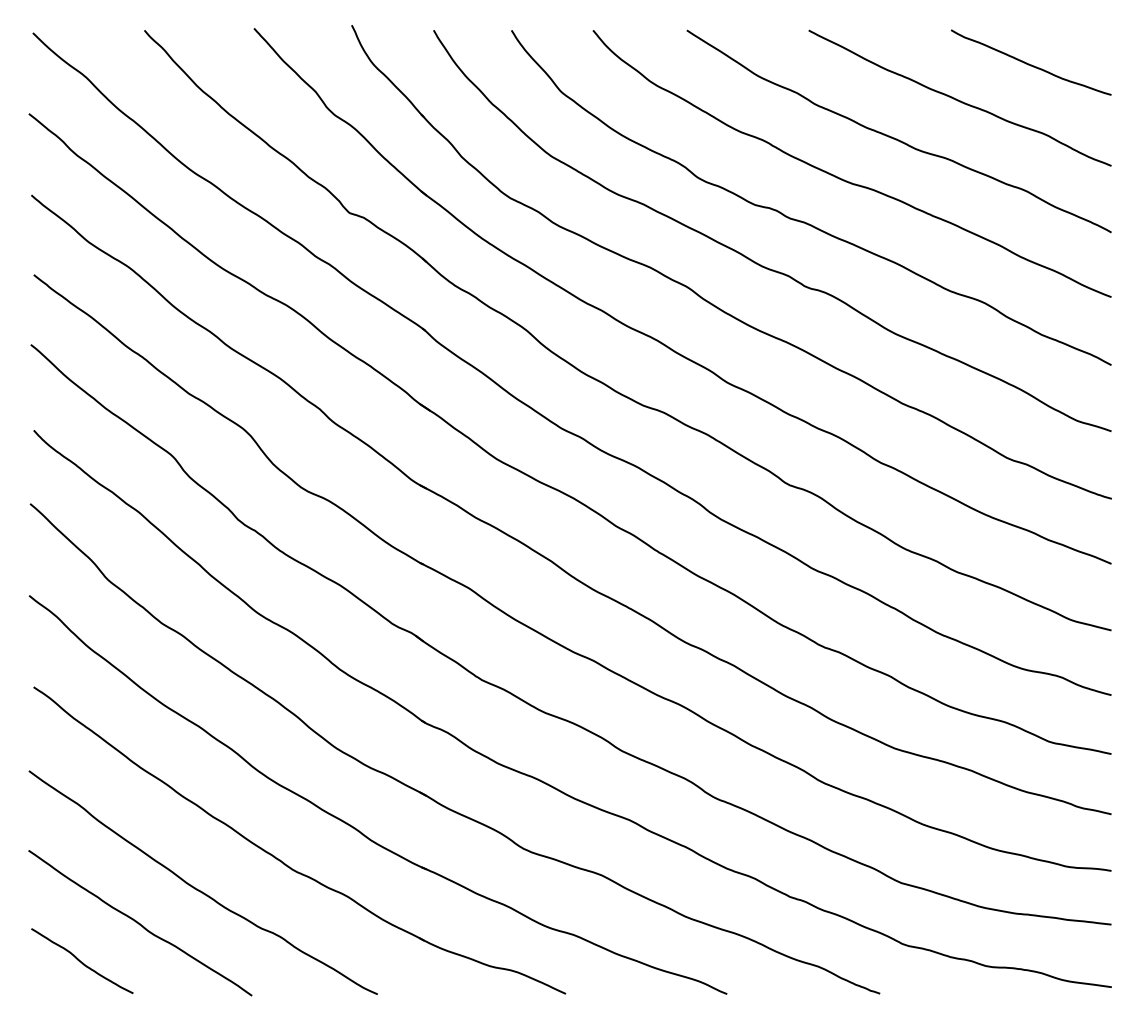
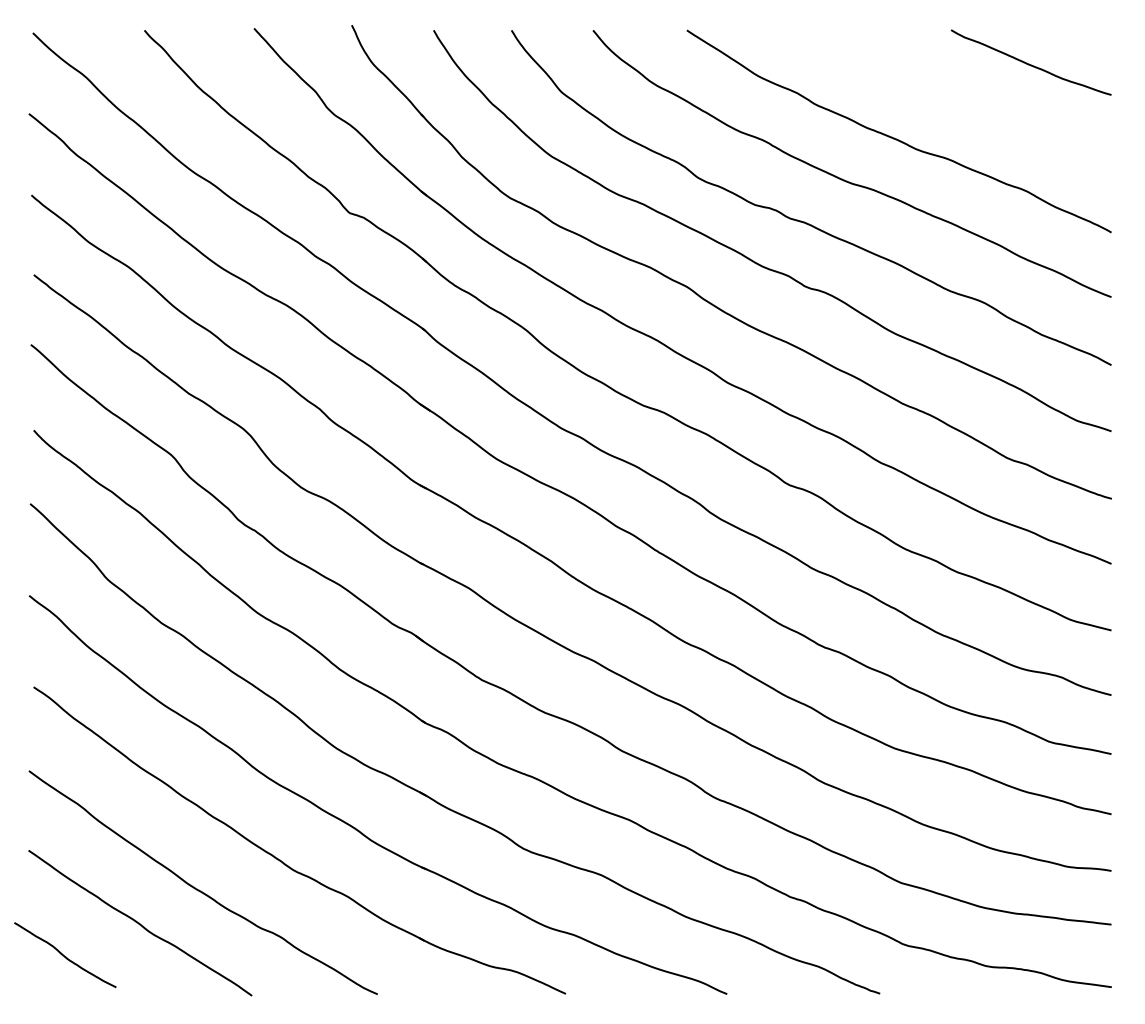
curve at (958, 99): present -> none
curve at (81, 961) position: (81, 961) -> (64, 955)
